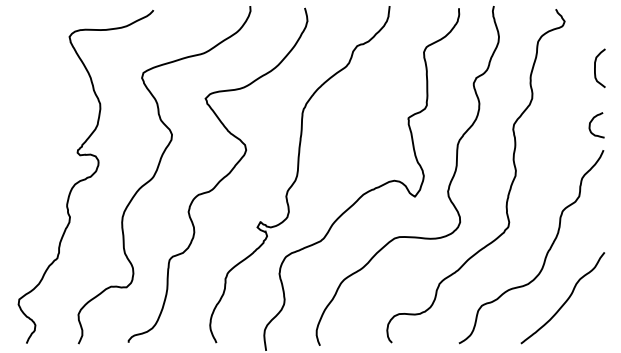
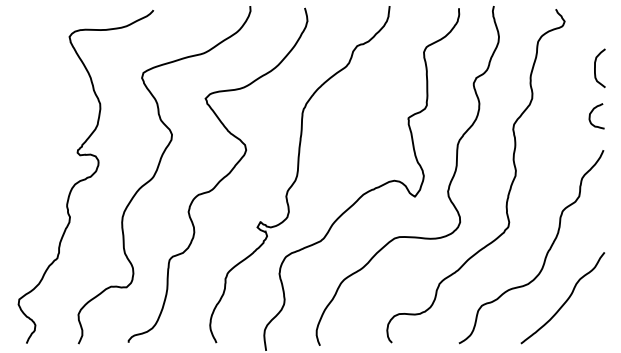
curve at (592, 121) position: (592, 121) -> (592, 112)
